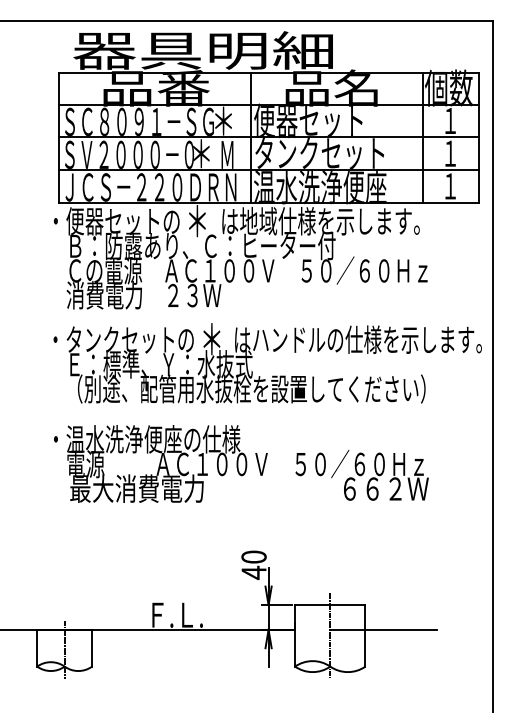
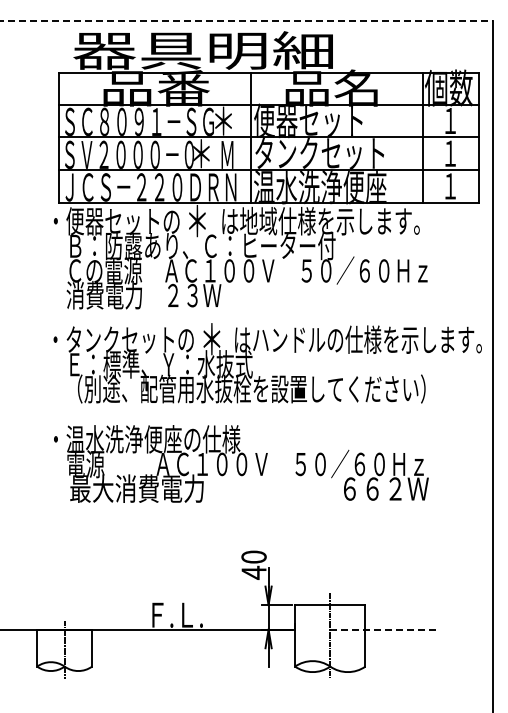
line at (246, 21): solid -> dashed
line at (384, 629): solid -> dashed
